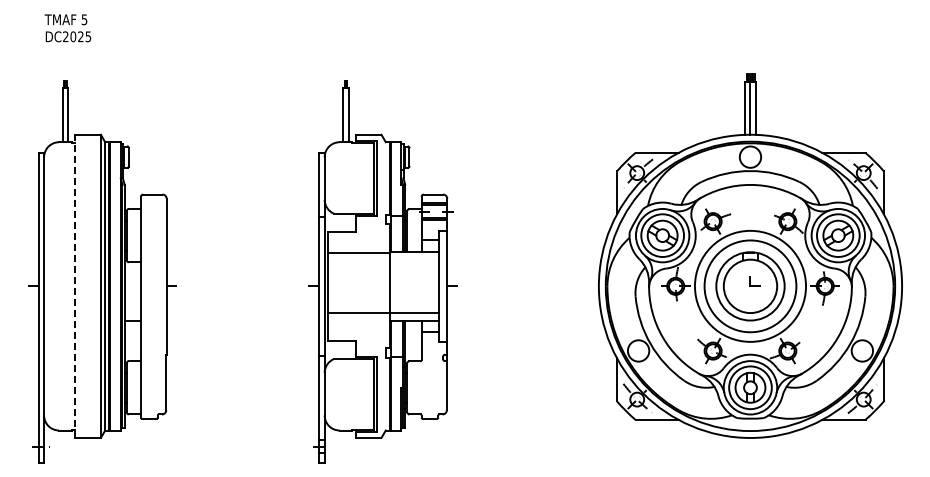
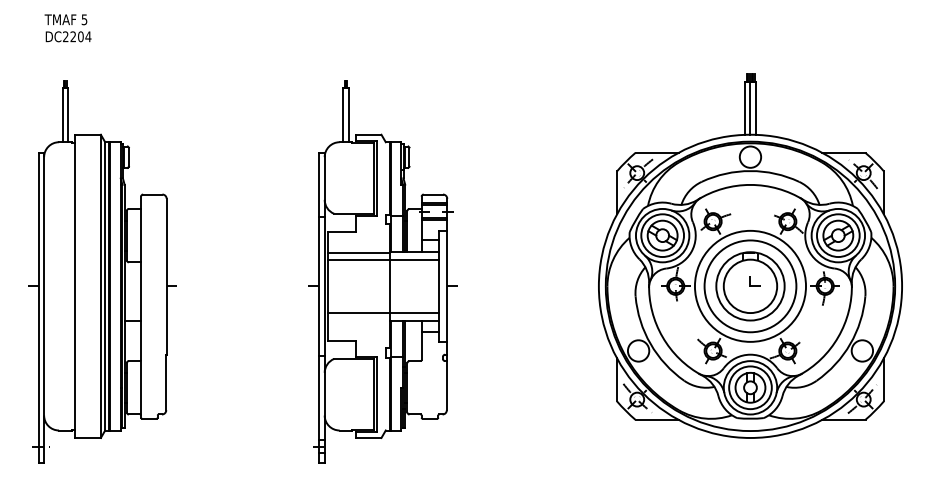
text at (80, 36): DC2025 -> DC2204
line at (382, 259): none -> present
line at (75, 286): dashed -> solid
